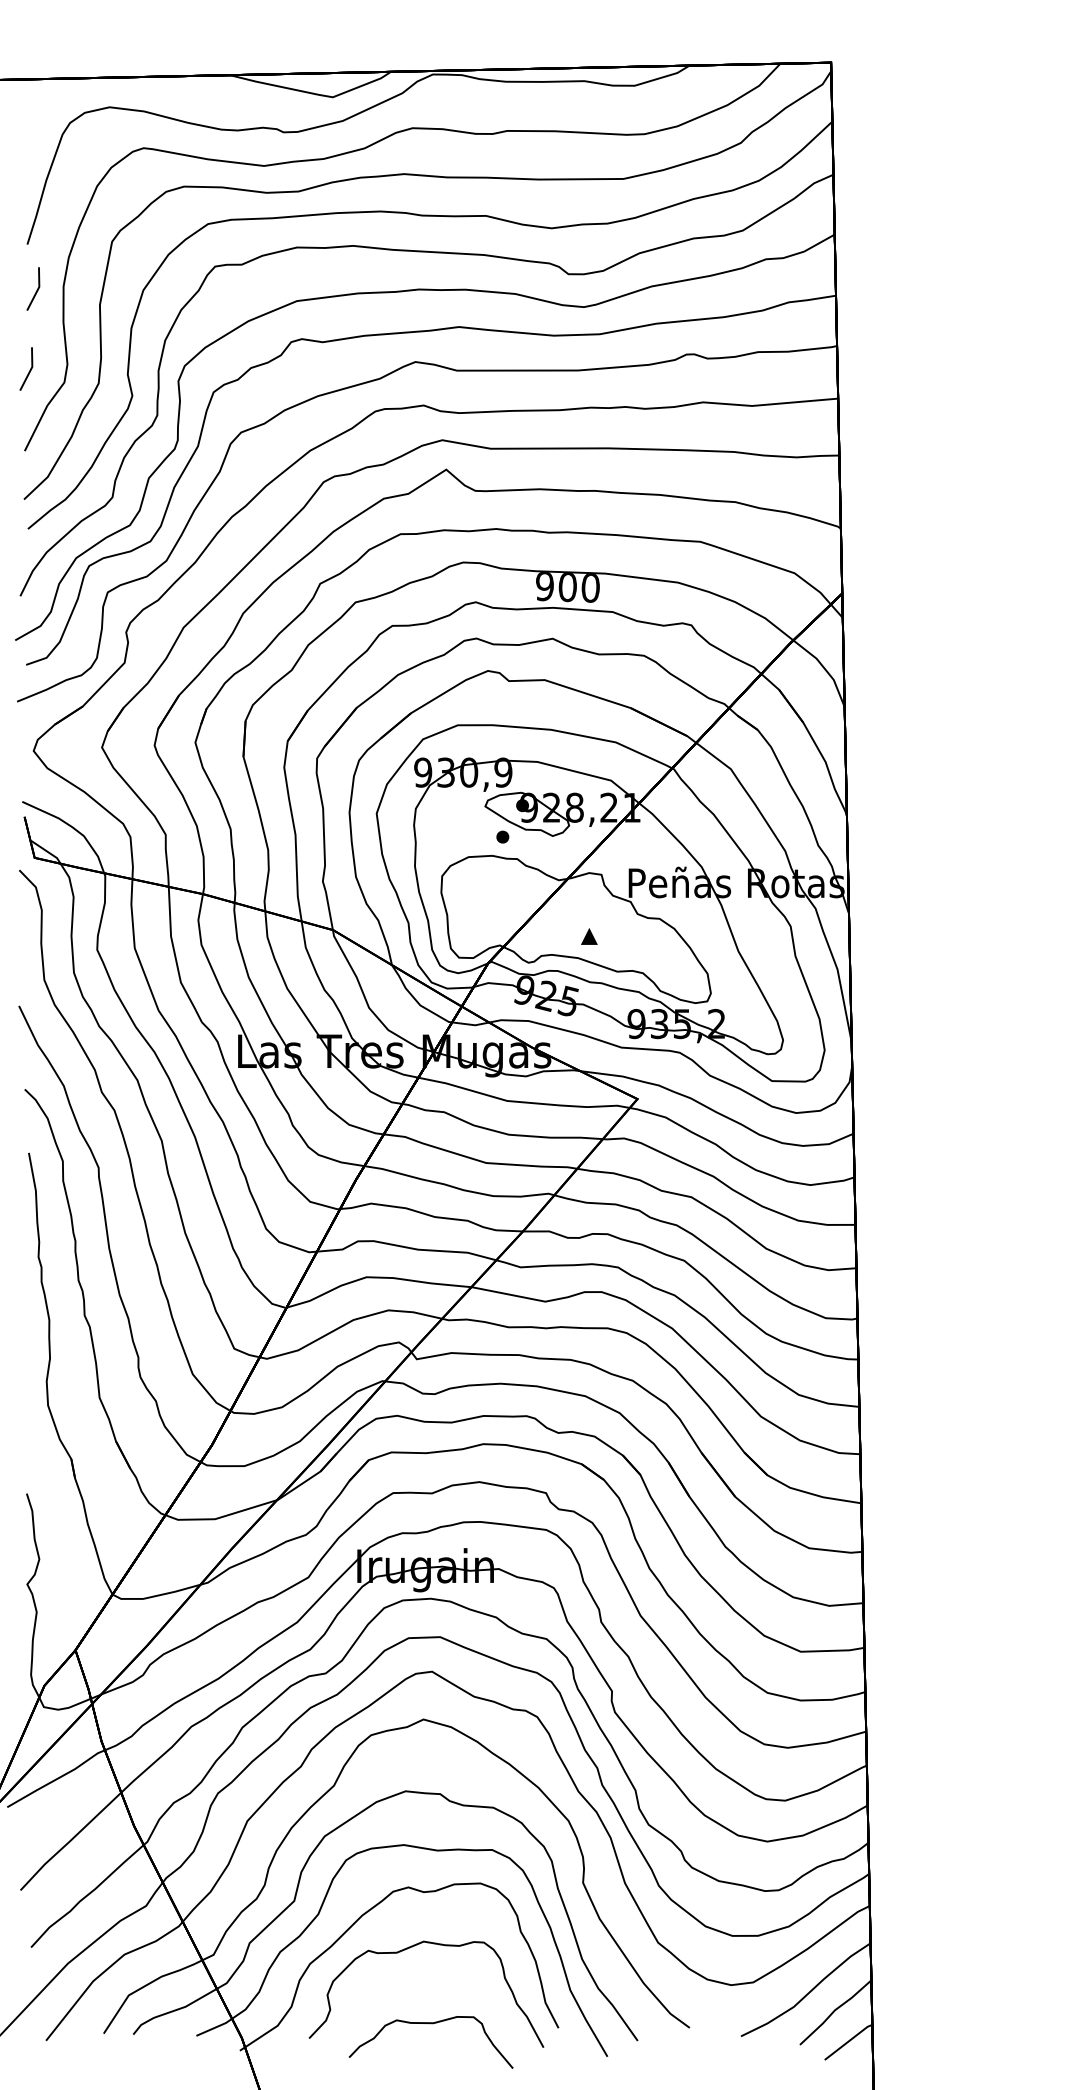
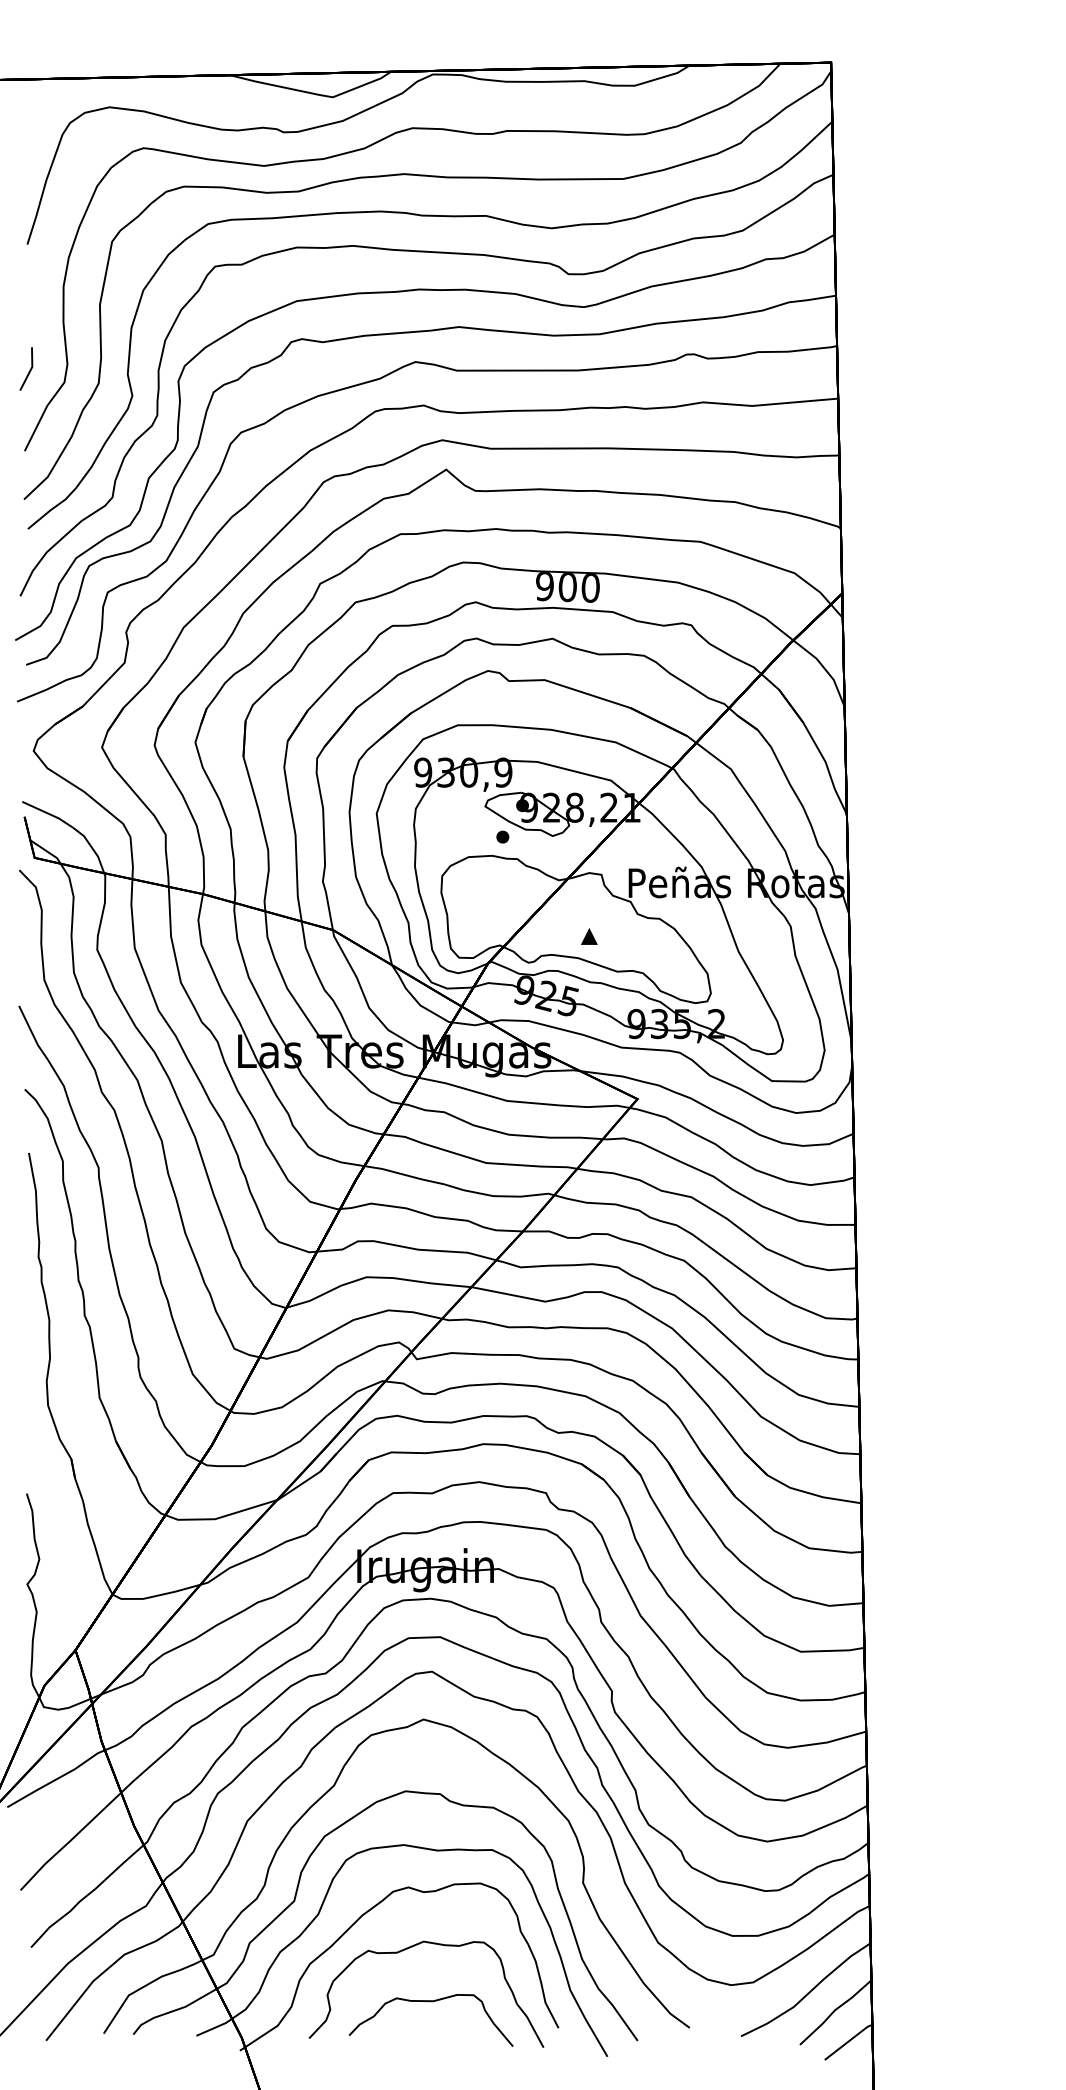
line at (36, 290): present -> none
curve at (430, 2024) position: (430, 2024) -> (430, 2002)
